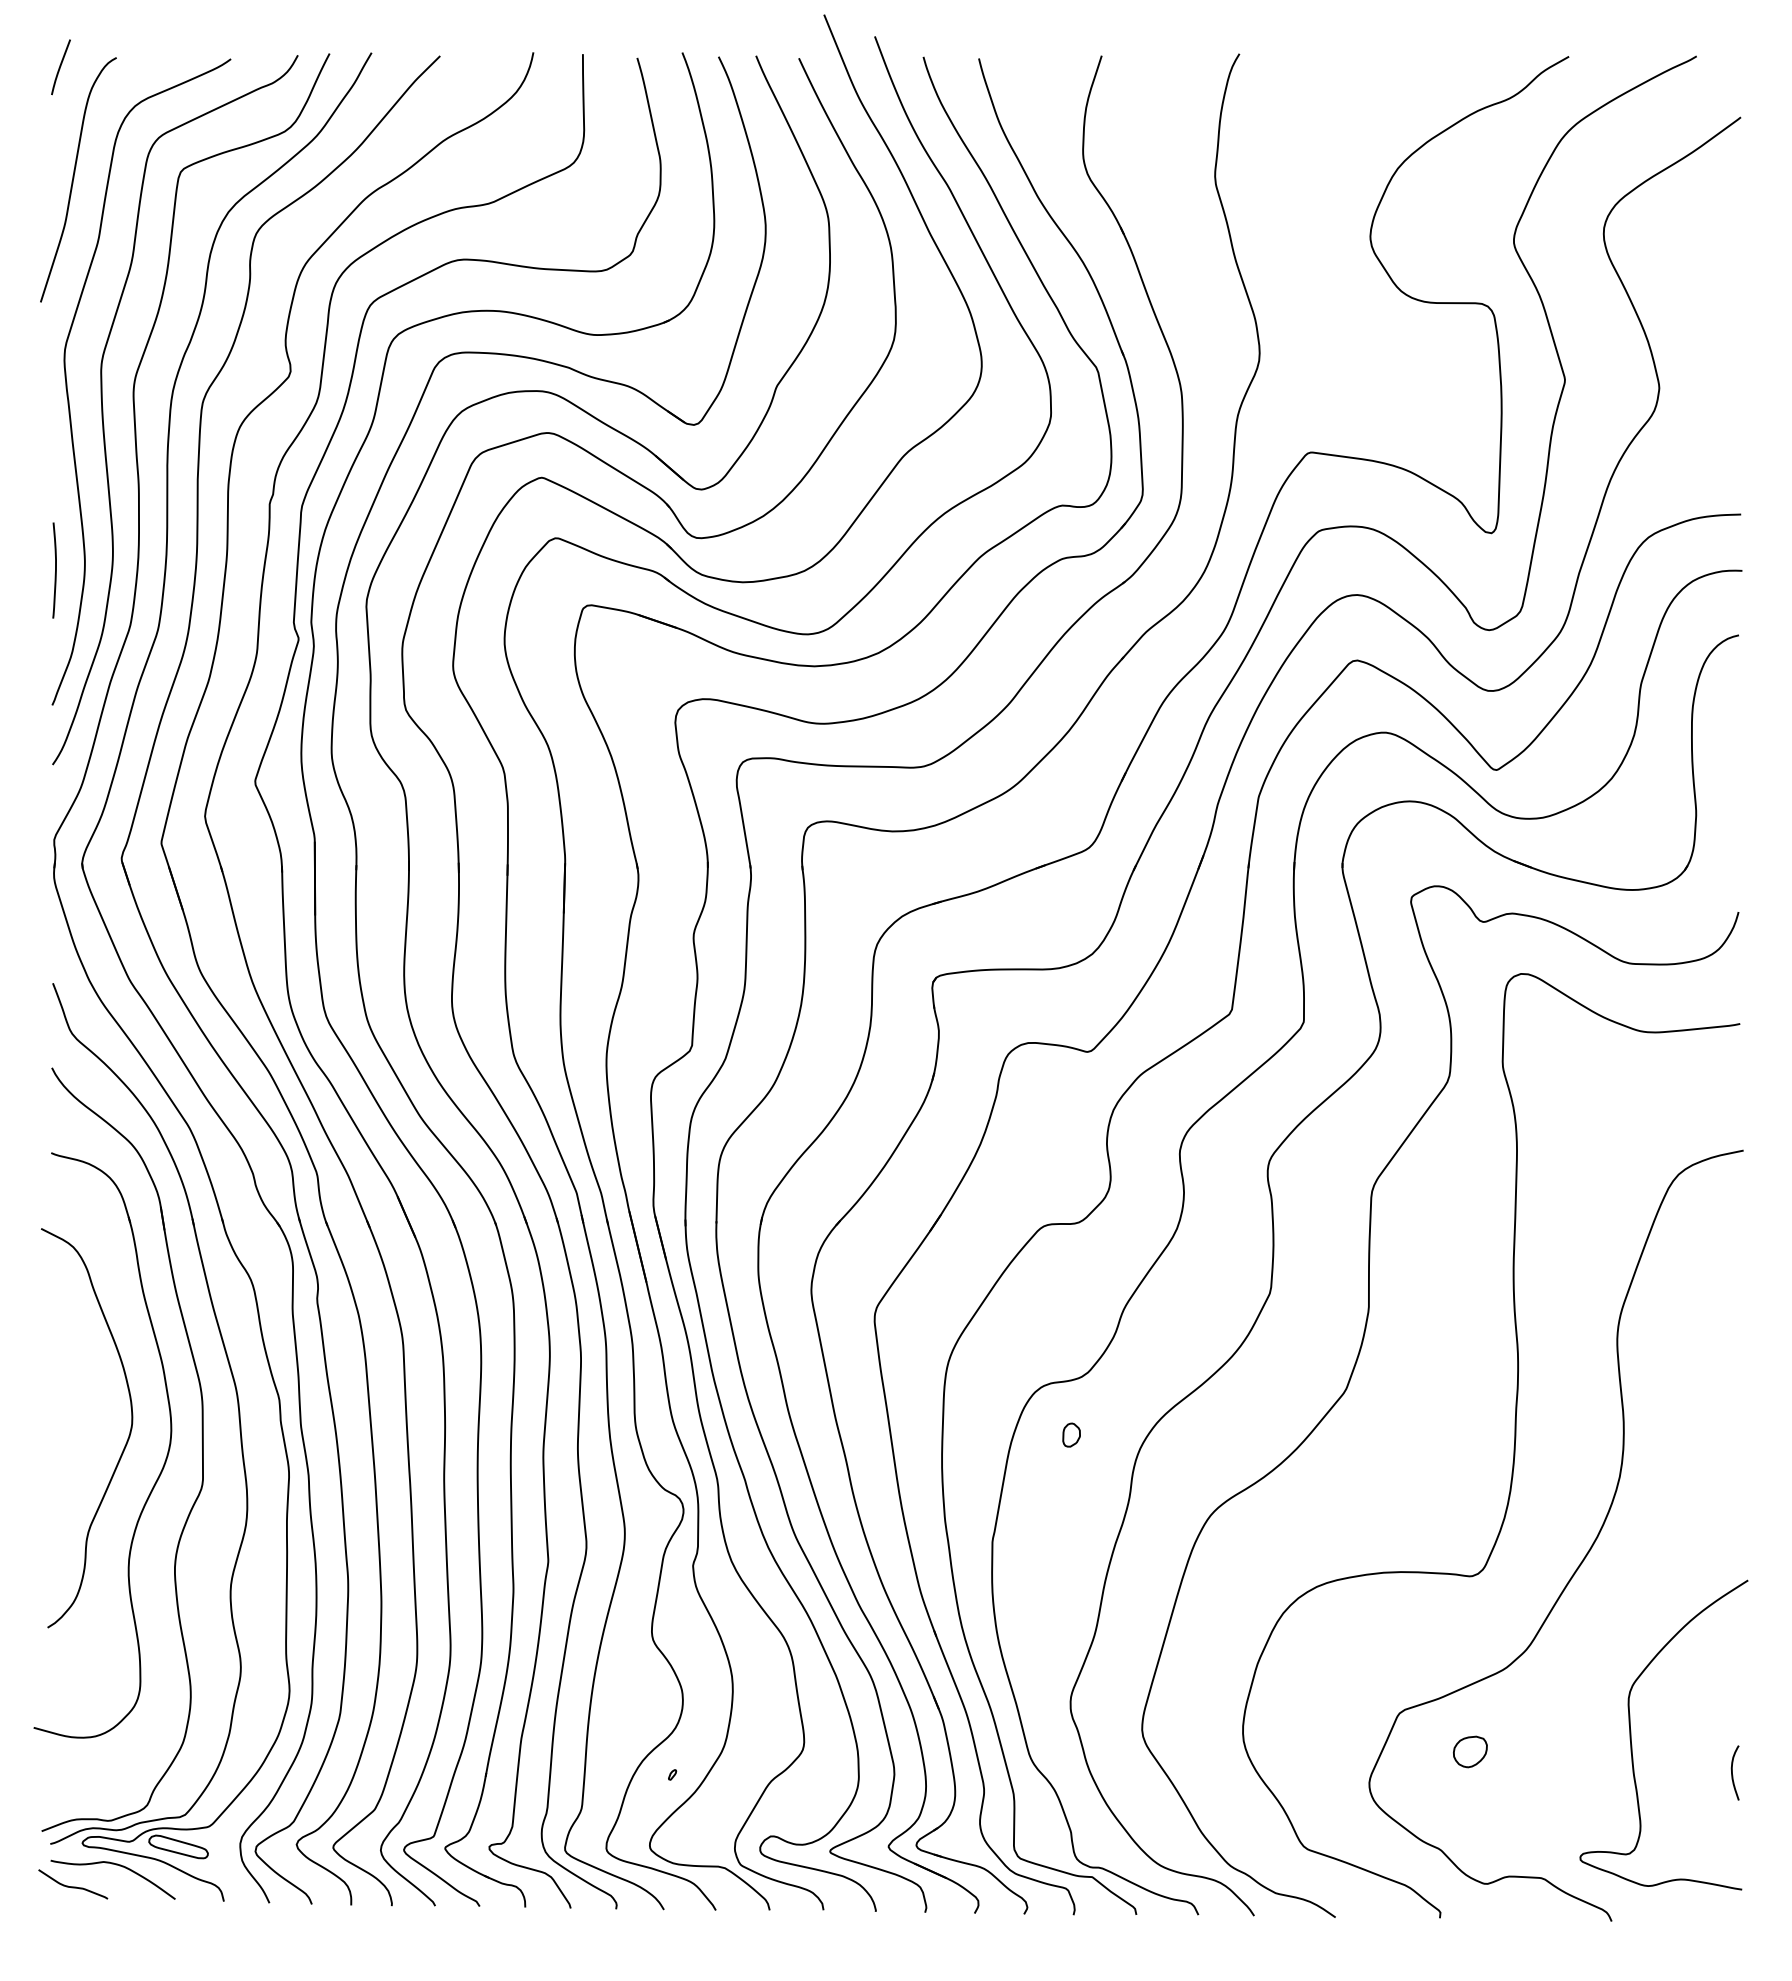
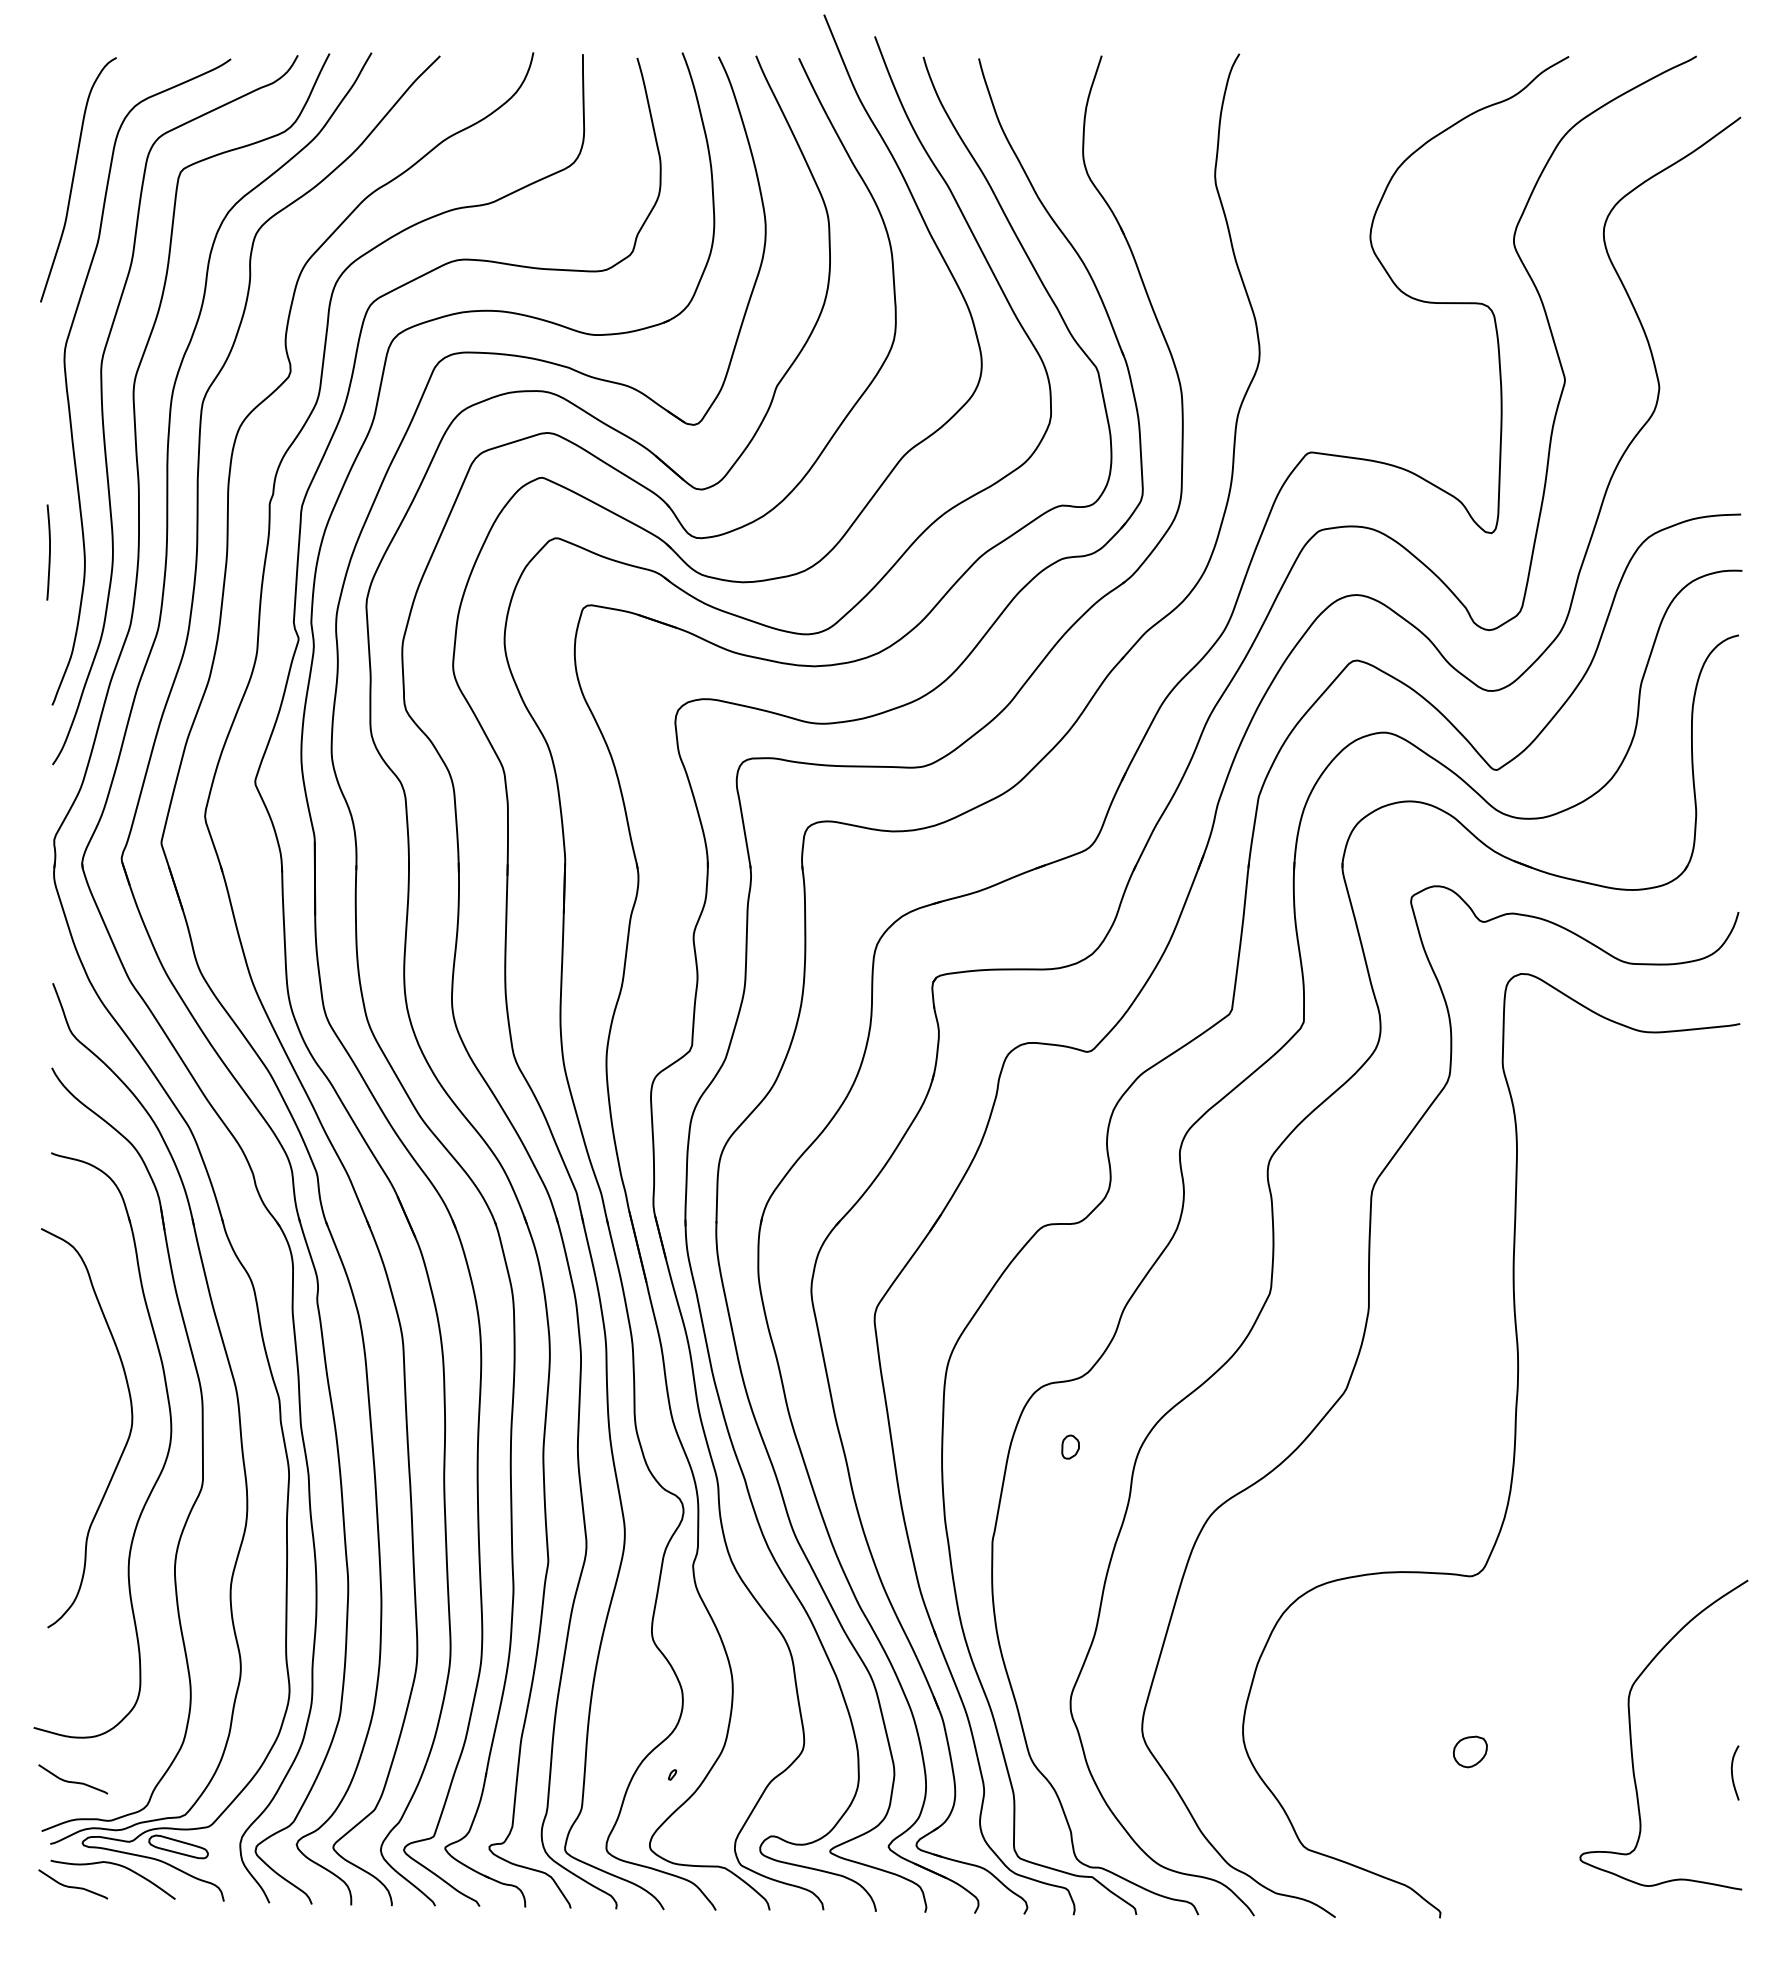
curve at (60, 67): present -> none
curve at (55, 570) position: (55, 570) -> (49, 552)
part at (1071, 1434) position: (1071, 1434) -> (1070, 1446)
curve at (1585, 1554): present -> none
curve at (73, 1781): none -> present
